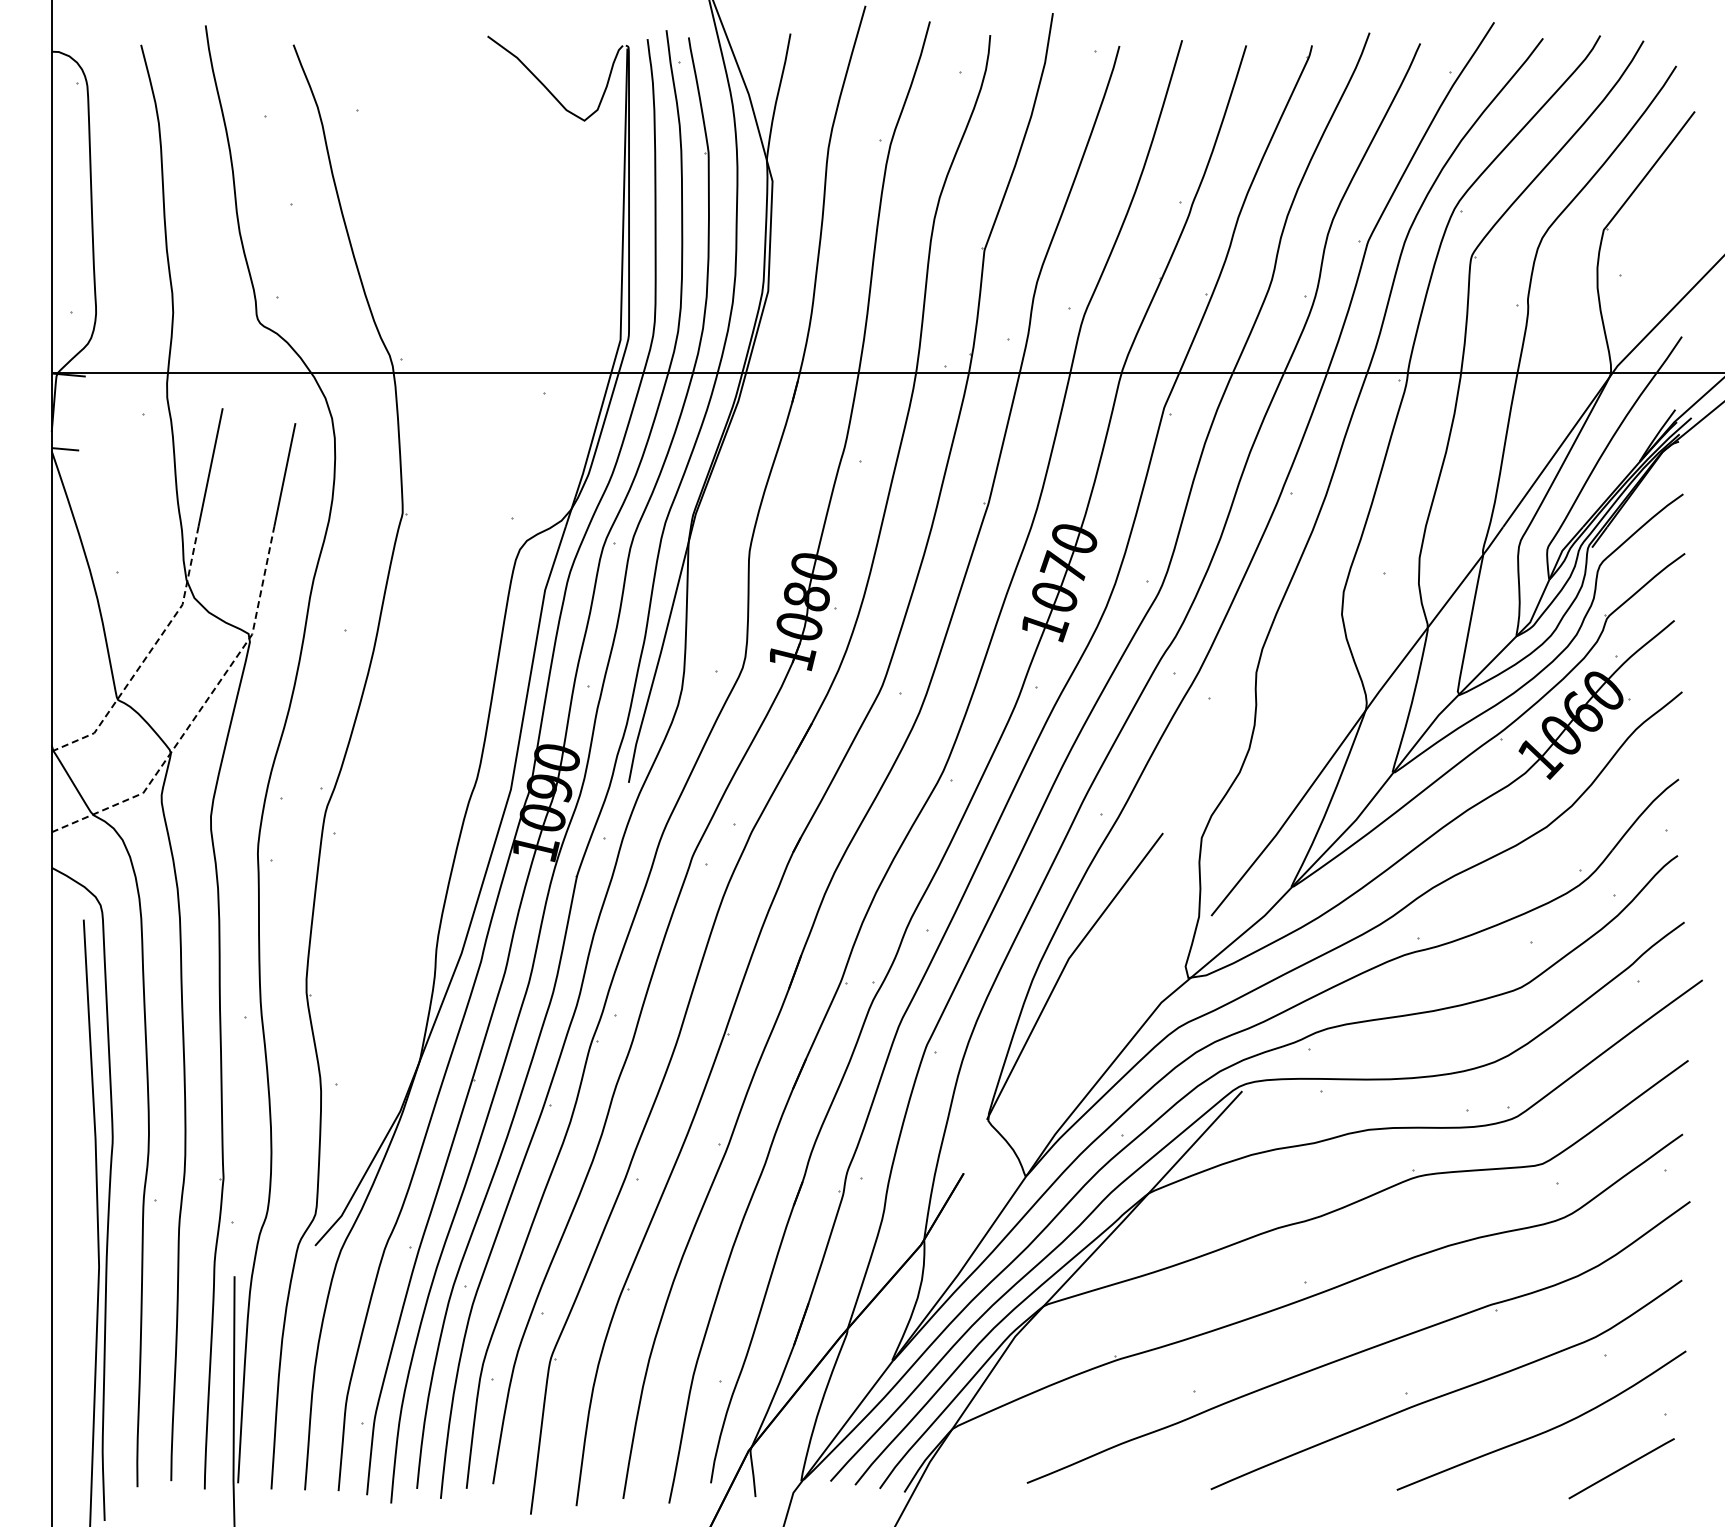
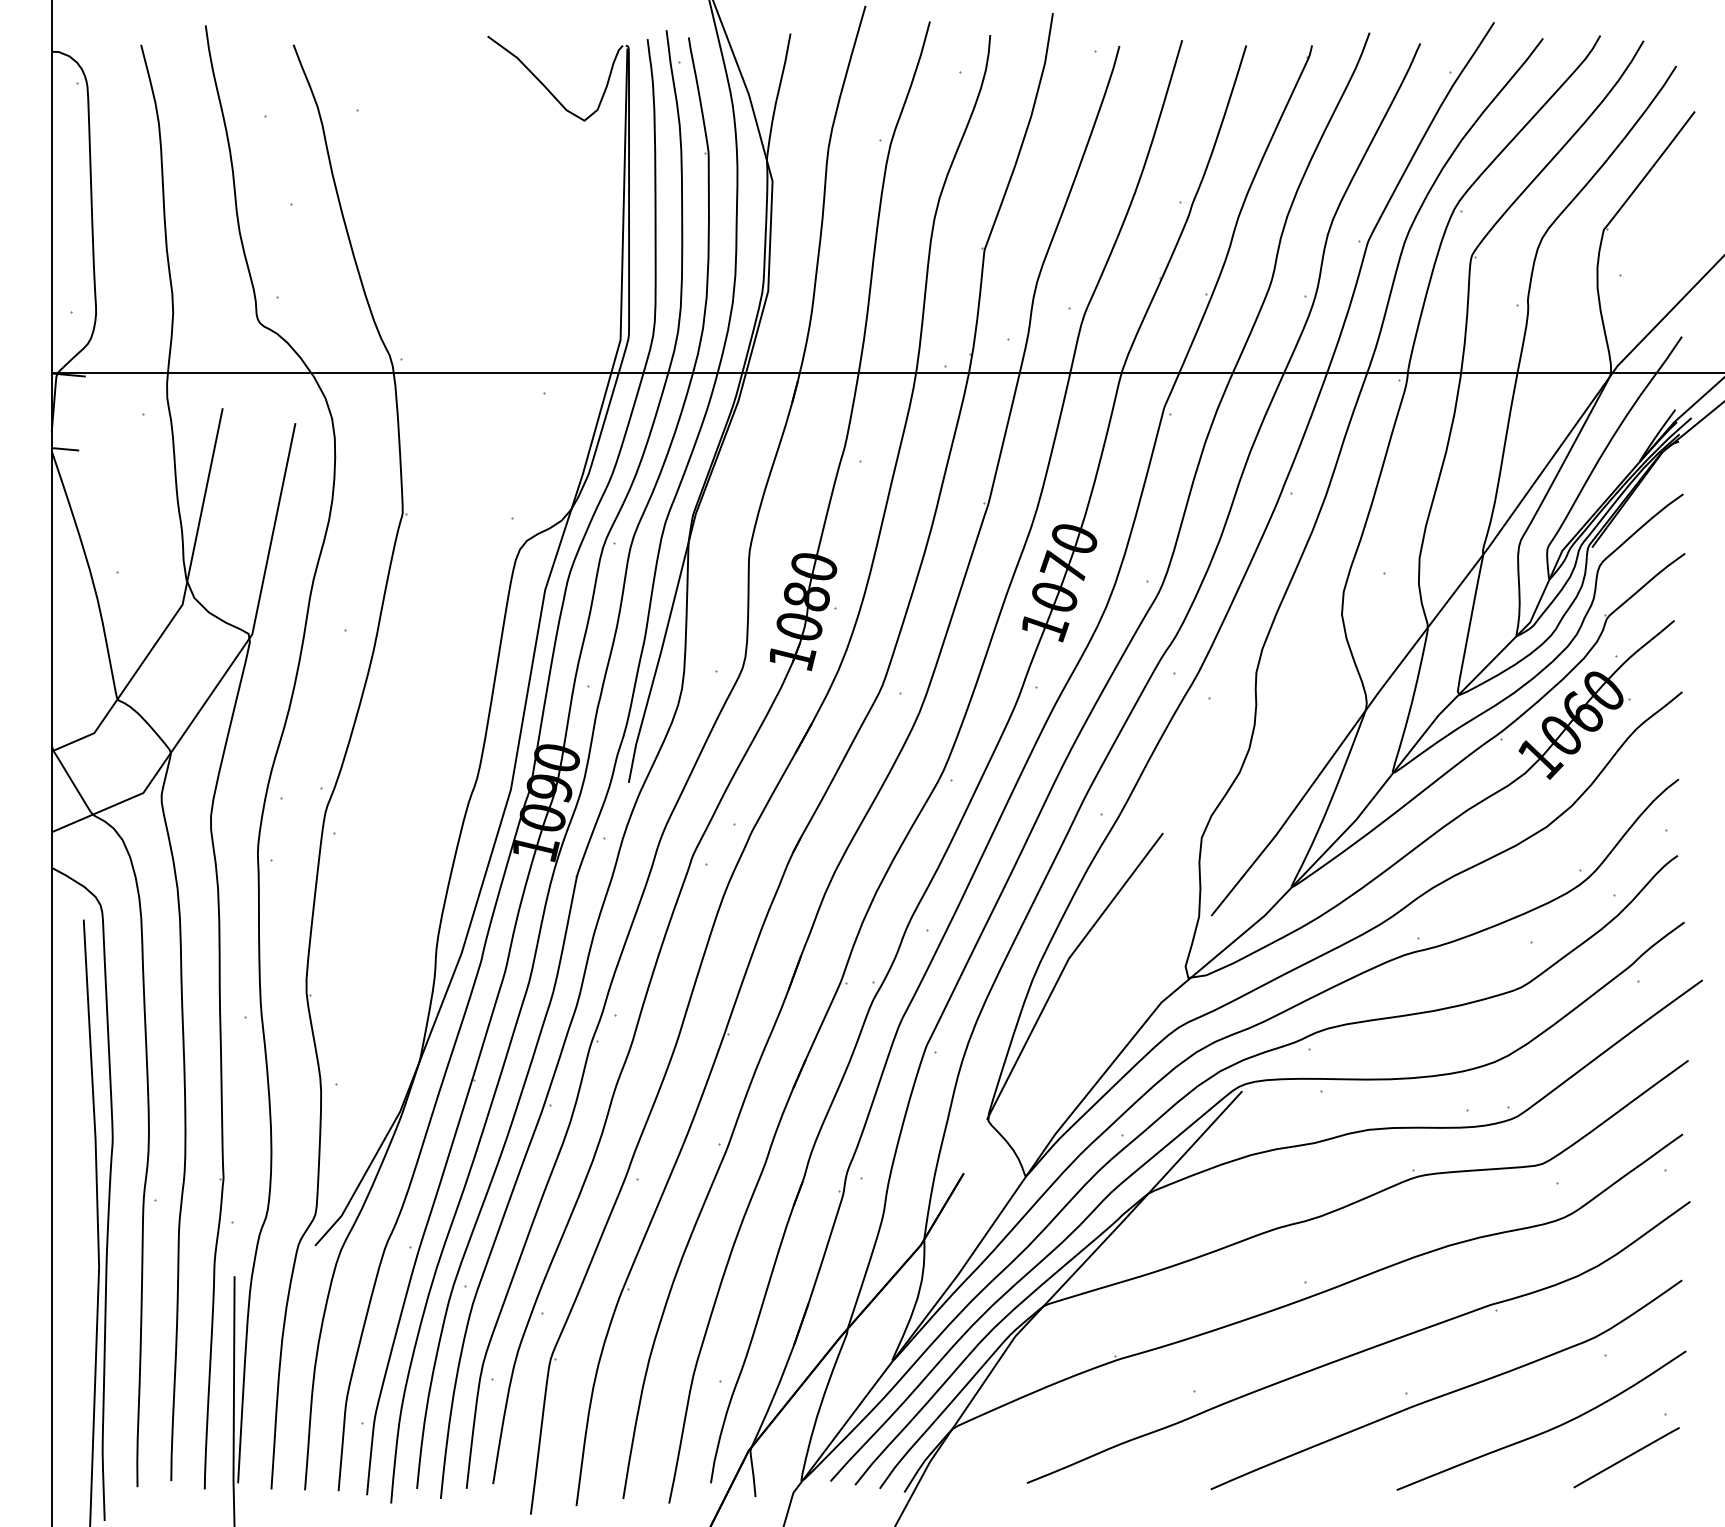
line at (148, 654): dashed -> solid
line at (200, 709): dashed -> solid
line at (1621, 1468) position: (1621, 1468) -> (1626, 1457)
